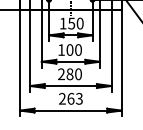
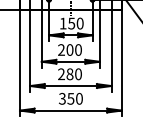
text at (61, 49): 100 -> 200
text at (70, 98): 263 -> 350
